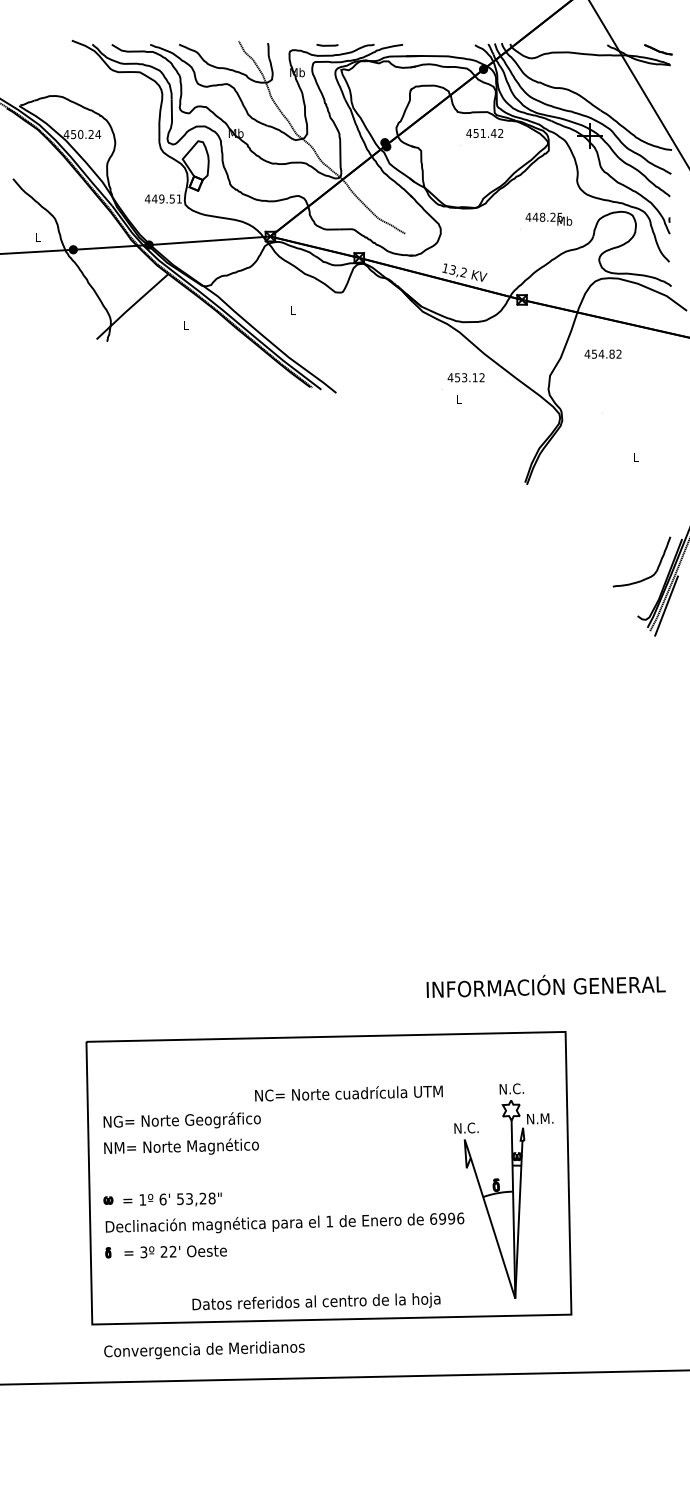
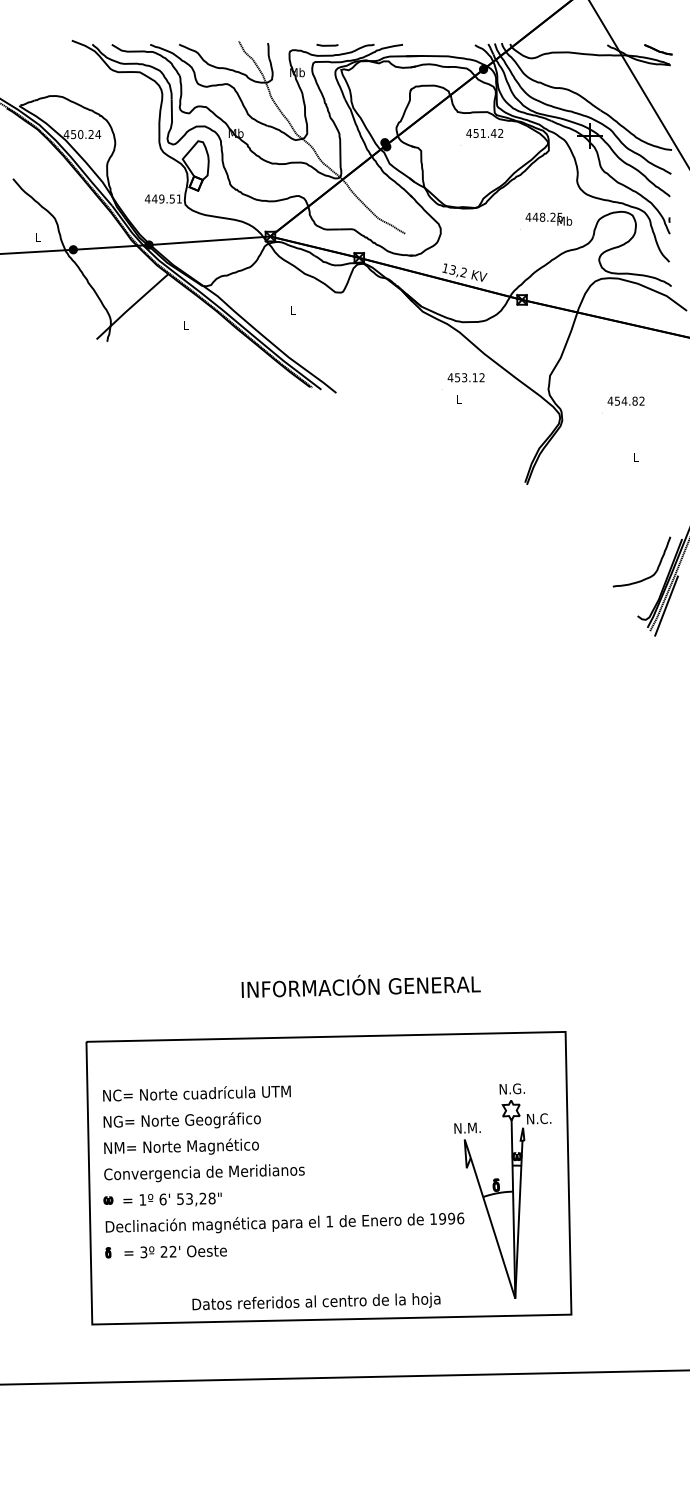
text at (602, 353) position: (602, 353) -> (625, 400)
text at (545, 985) position: (545, 985) -> (360, 985)
text at (520, 1088): N.C. -> N.G.
text at (348, 1093) position: (348, 1093) -> (196, 1093)
text at (546, 1118): N.M. -> N.C.
text at (473, 1127): N.C. -> N.M.
text at (433, 1218): 6996 -> 1996
text at (204, 1350) position: (204, 1350) -> (204, 1173)
